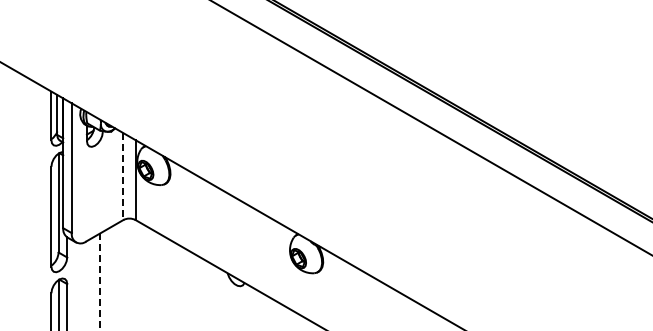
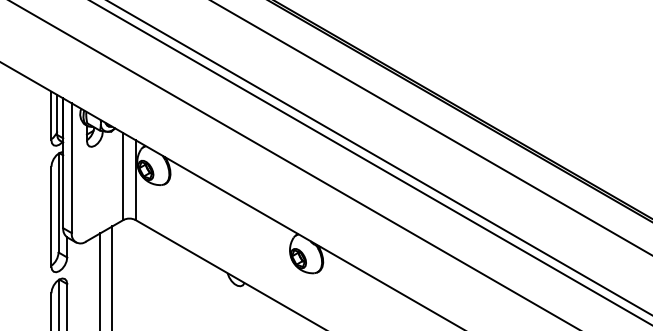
line at (379, 157): none -> present
line at (370, 162): none -> present
line at (293, 164): none -> present
line at (123, 177): dashed -> solid
line at (112, 276): none -> present
line at (100, 282): dashed -> solid
